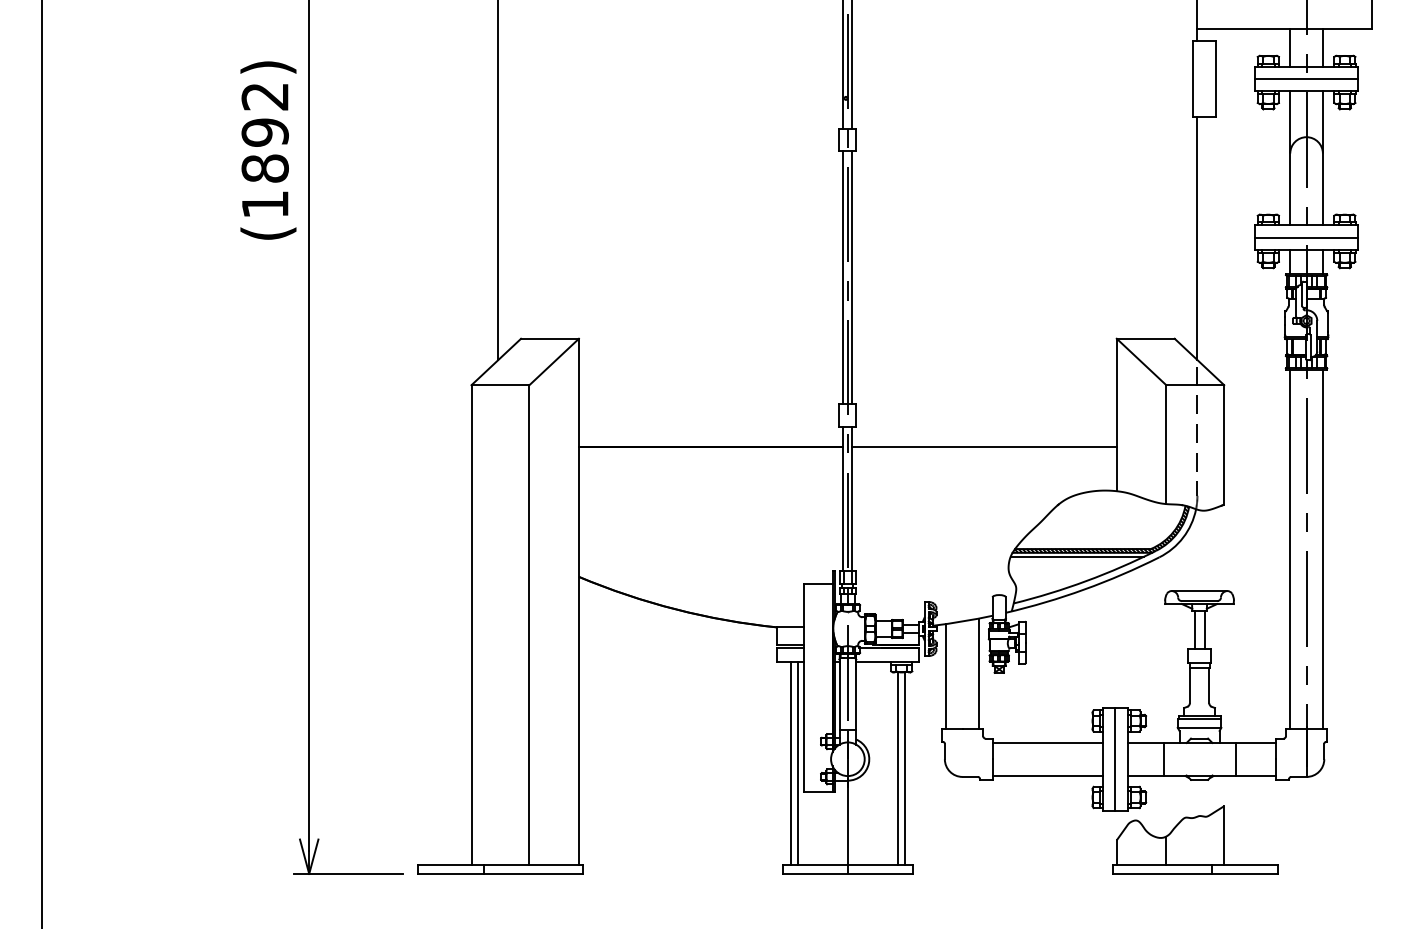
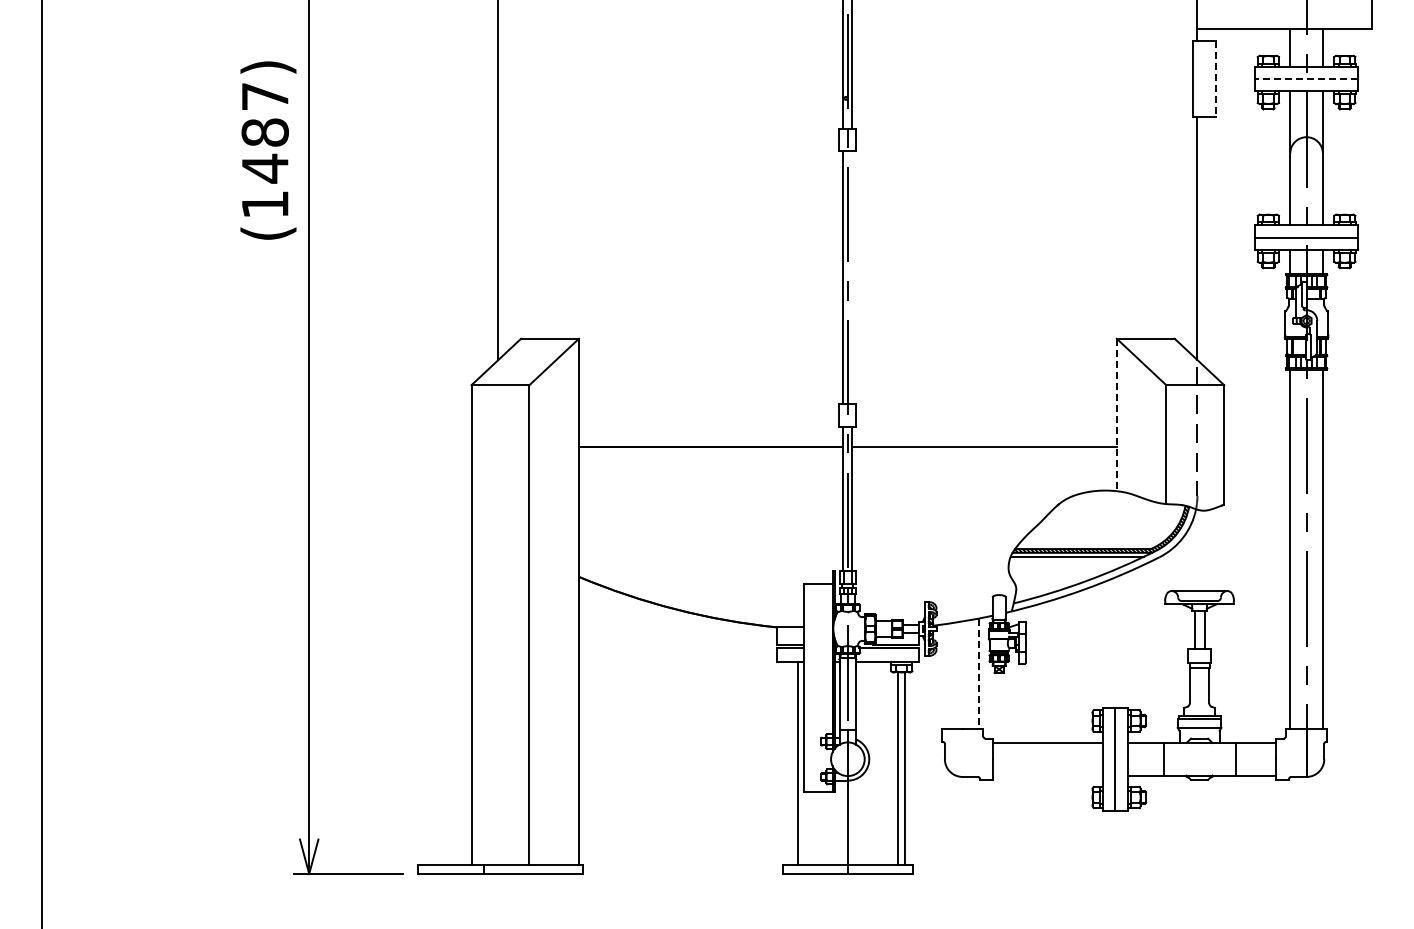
line at (1306, 78): solid -> dashed
line at (1215, 79): solid -> dashed
text at (264, 133): (1892) -> (1487)
line at (852, 277): present -> none
line at (1116, 415): solid -> dashed
line at (978, 674): solid -> dashed
line at (946, 676): present -> none
line at (790, 762): present -> none
line at (1047, 775): present -> none
part at (1195, 839): present -> none
